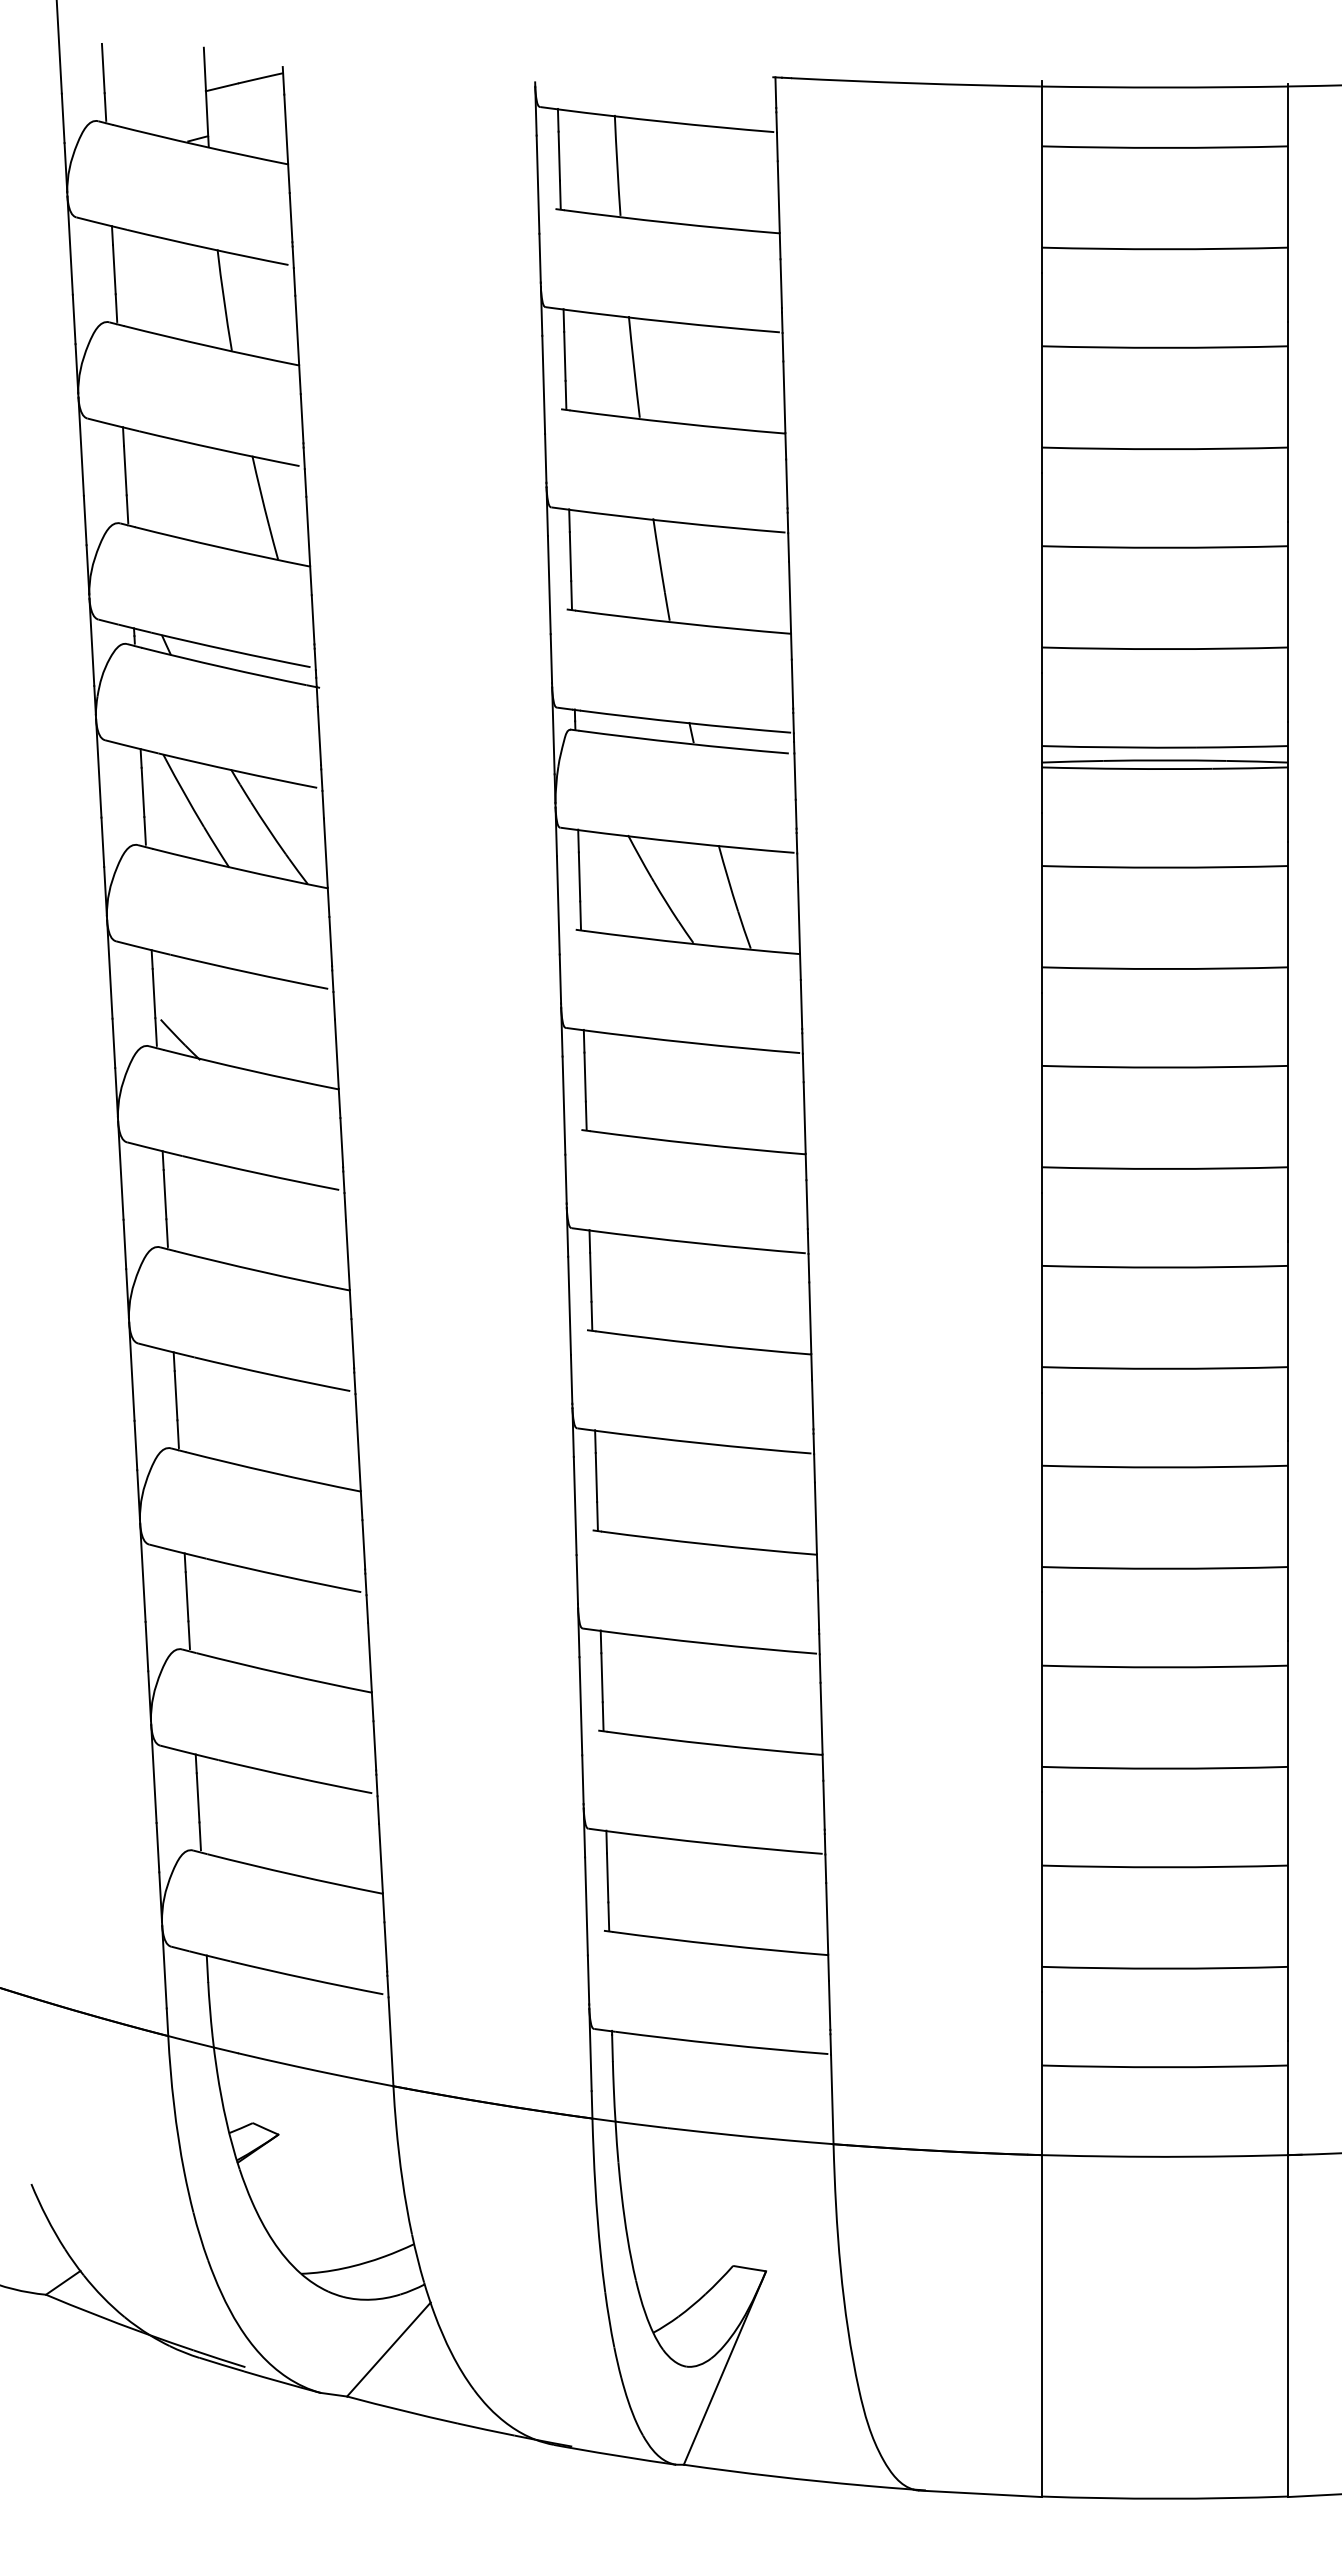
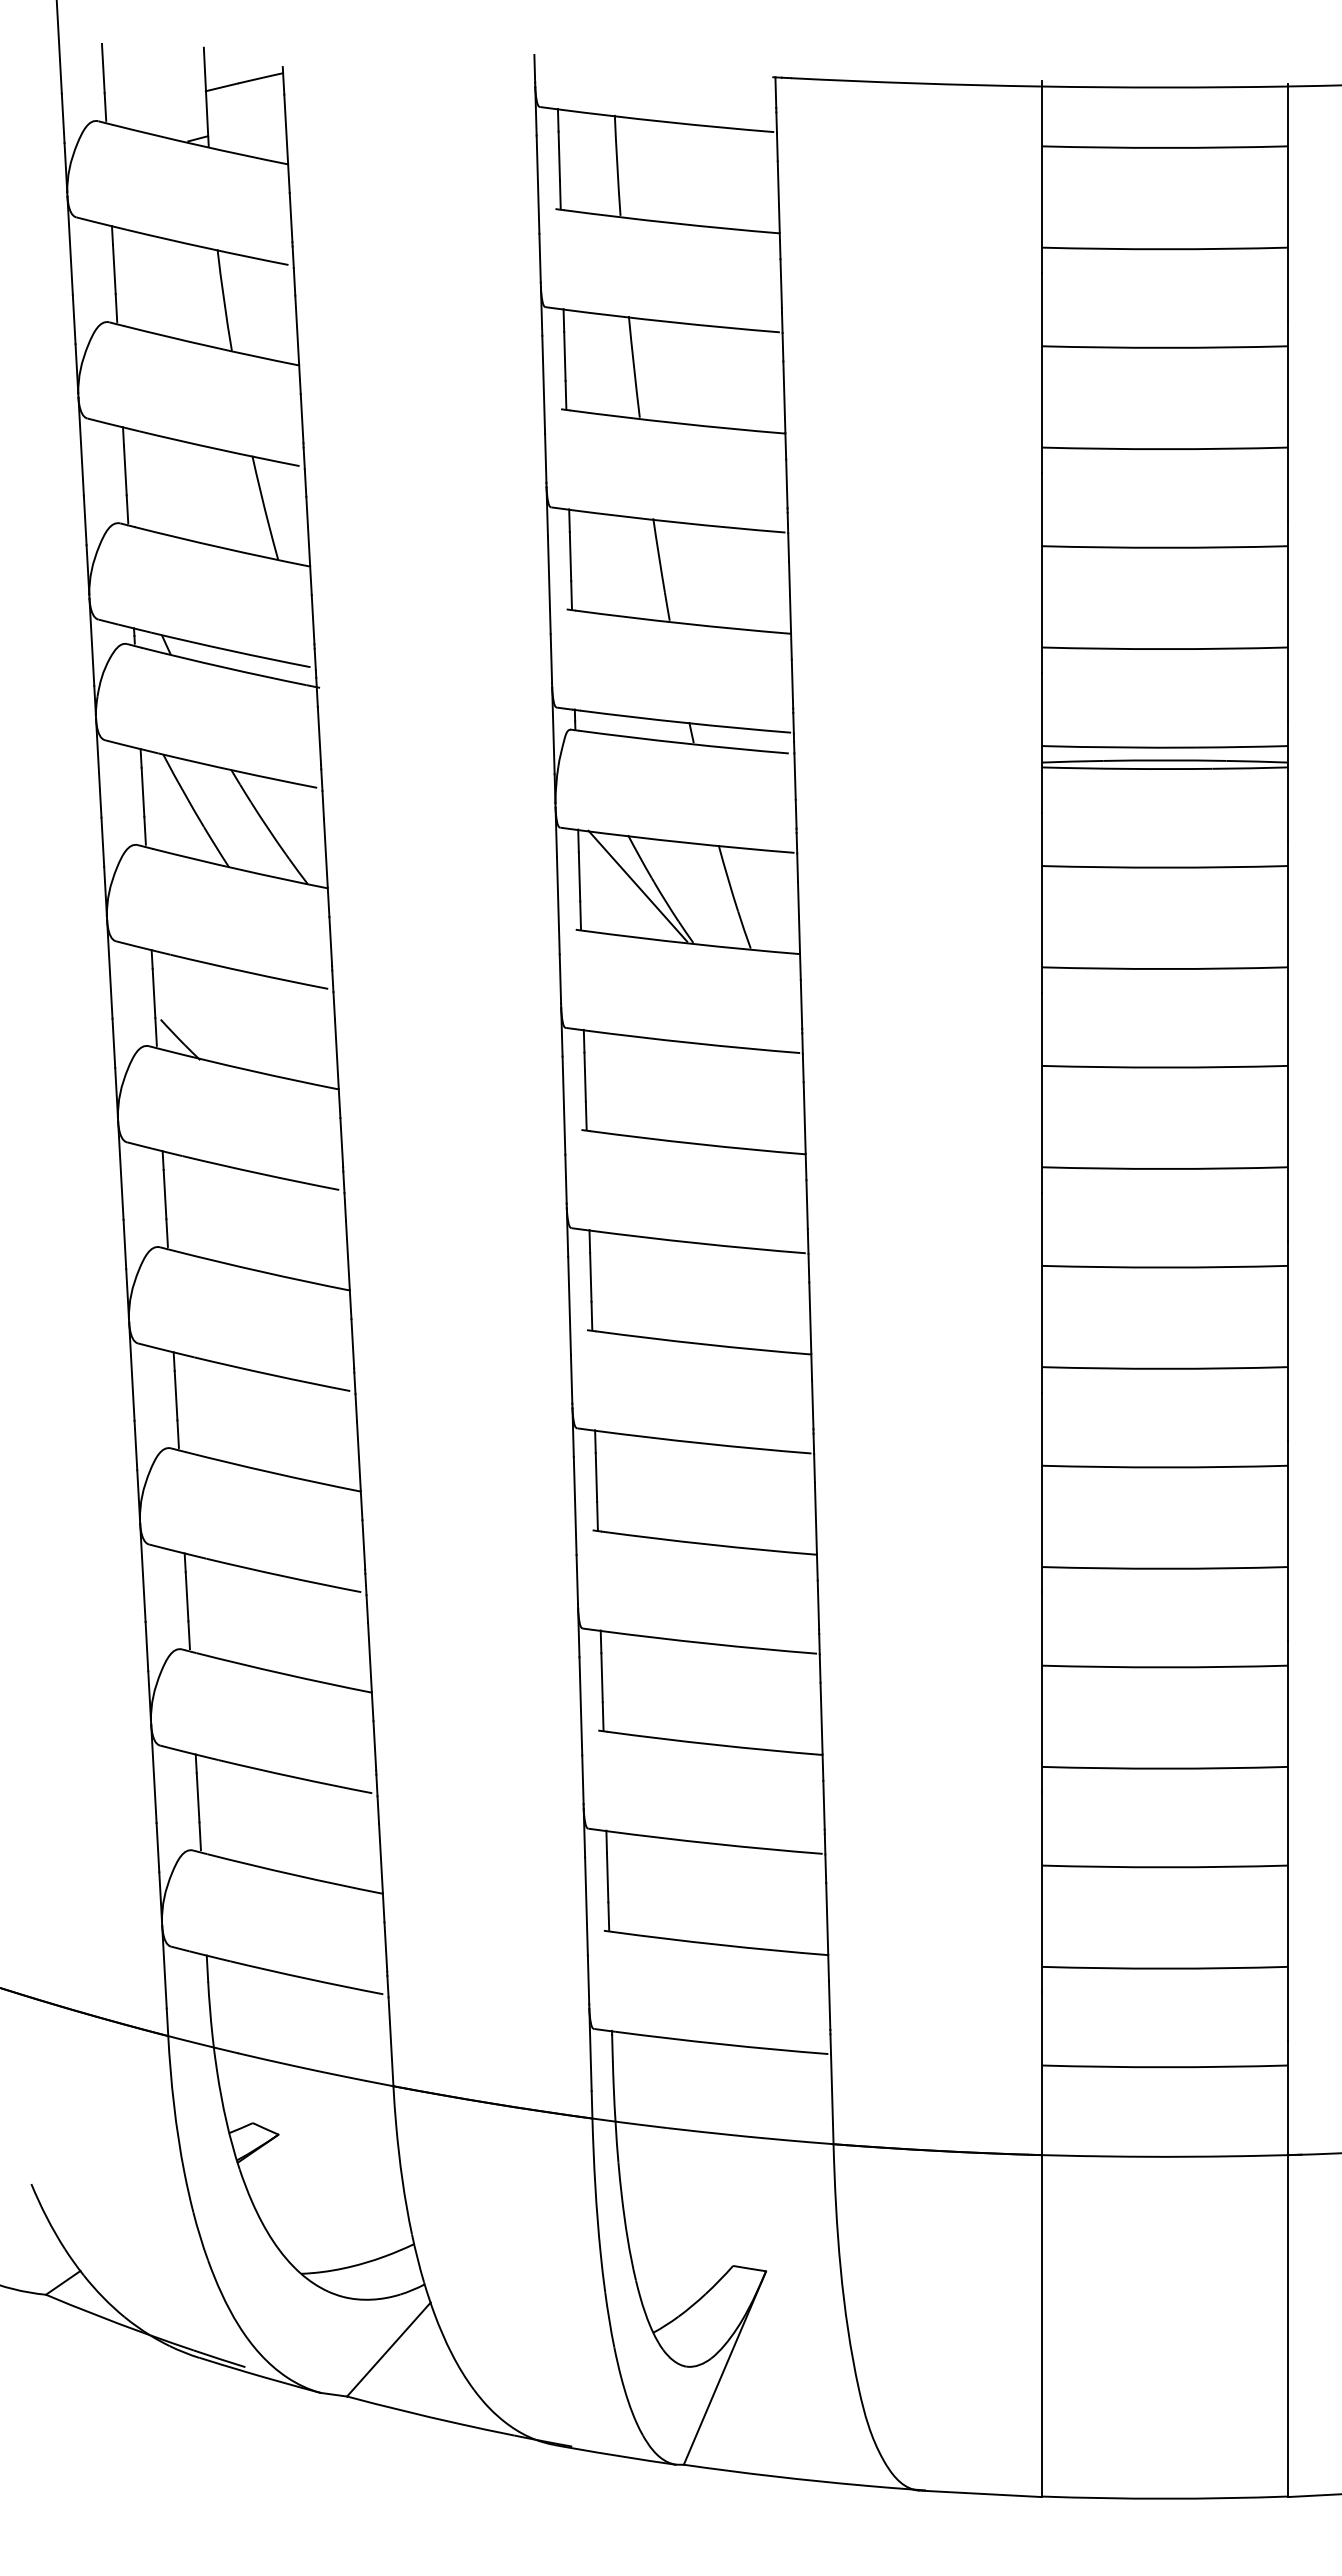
line at (534, 68): none -> present
line at (637, 885): none -> present
